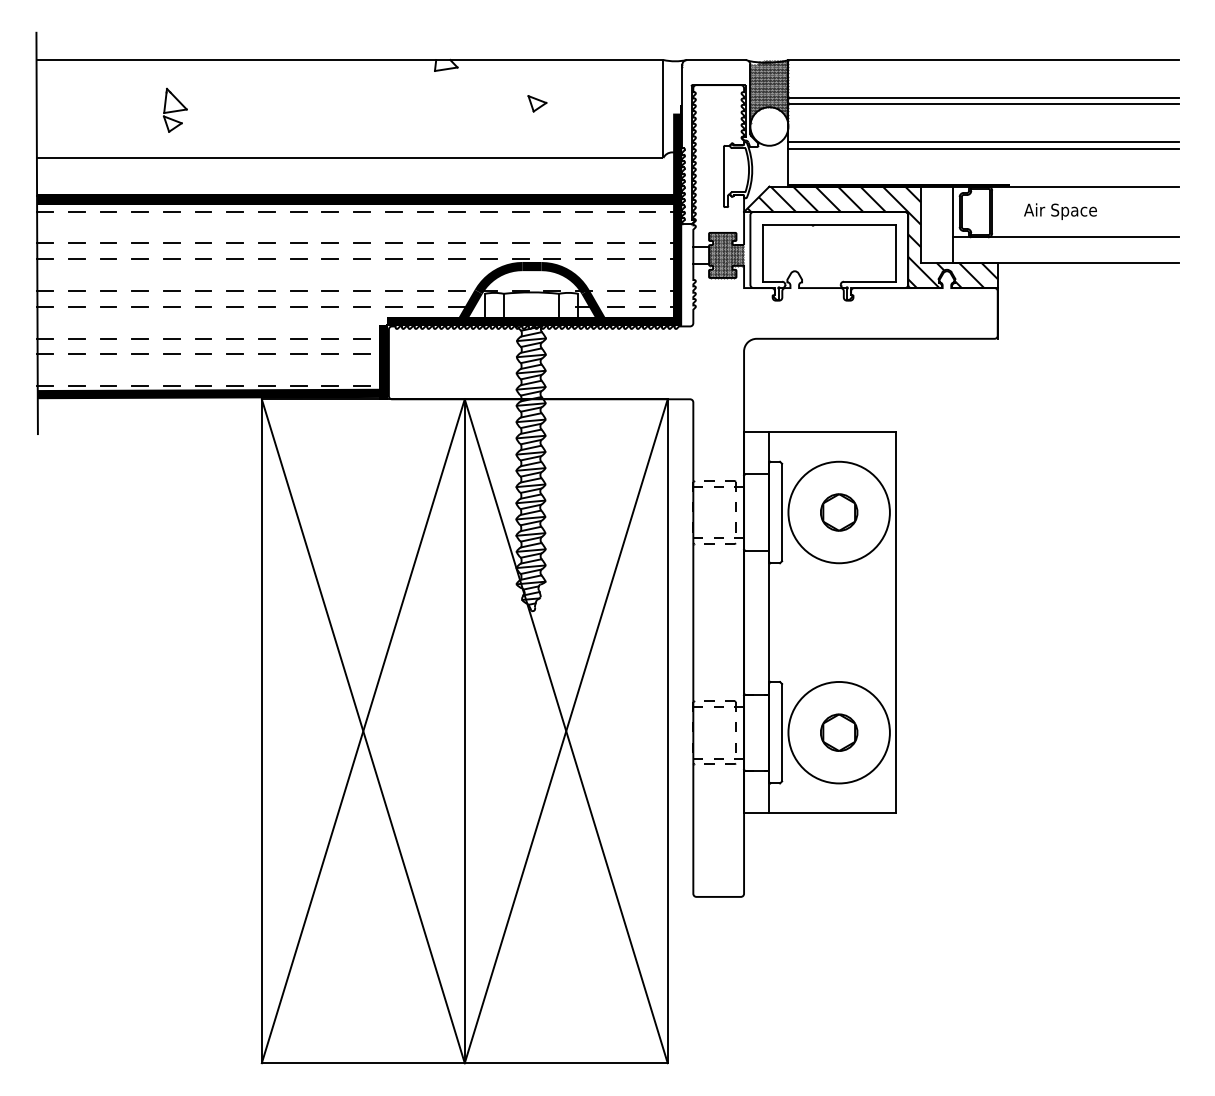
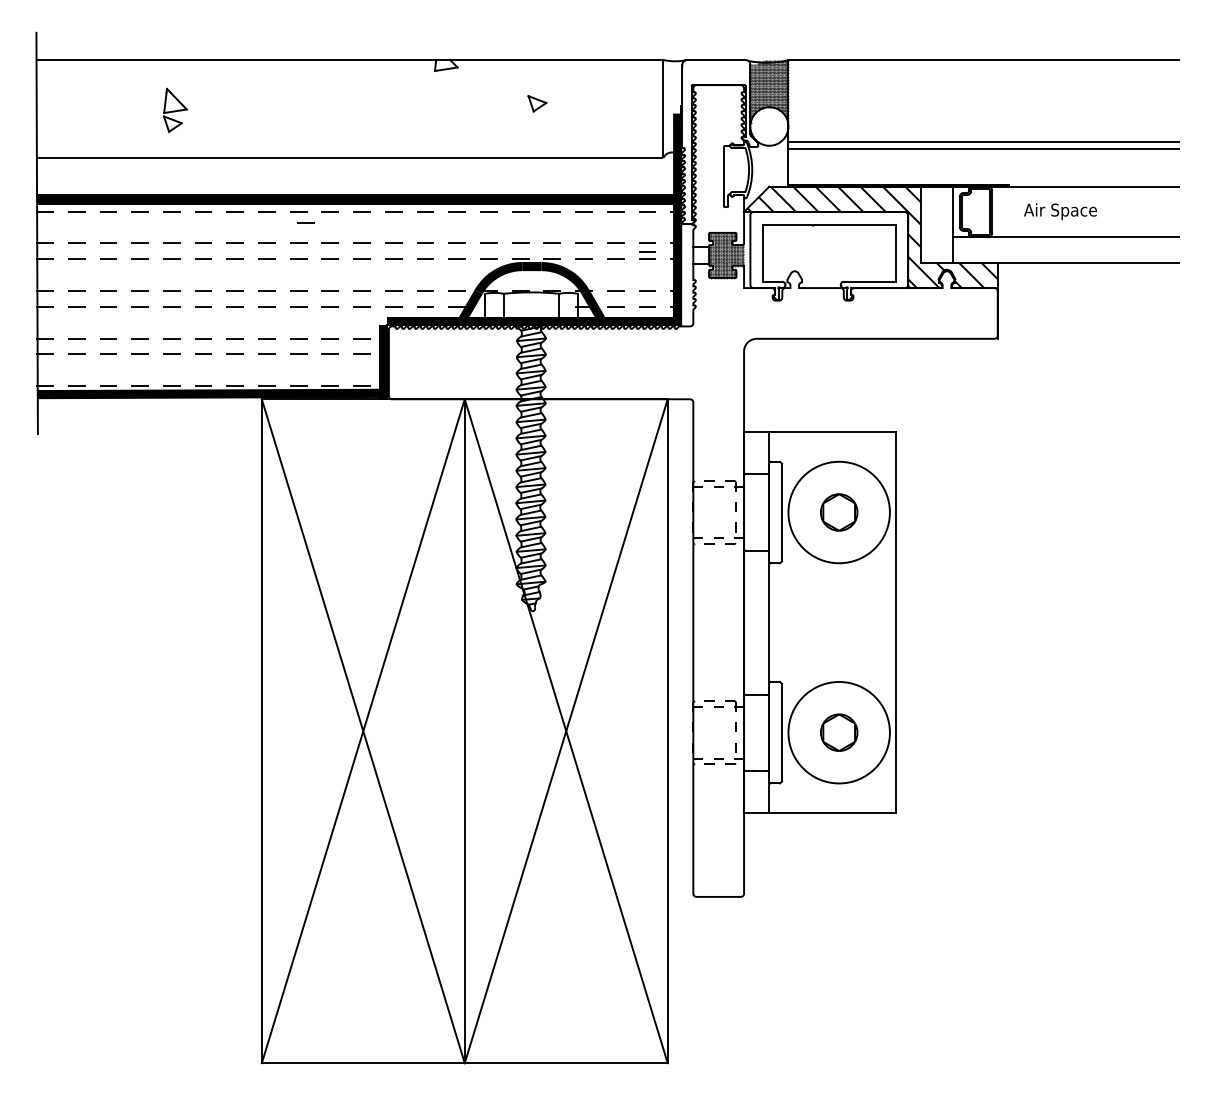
line at (983, 98): present -> none
line at (983, 104): present -> none
line at (305, 222): none -> present
line at (647, 251): none -> present
